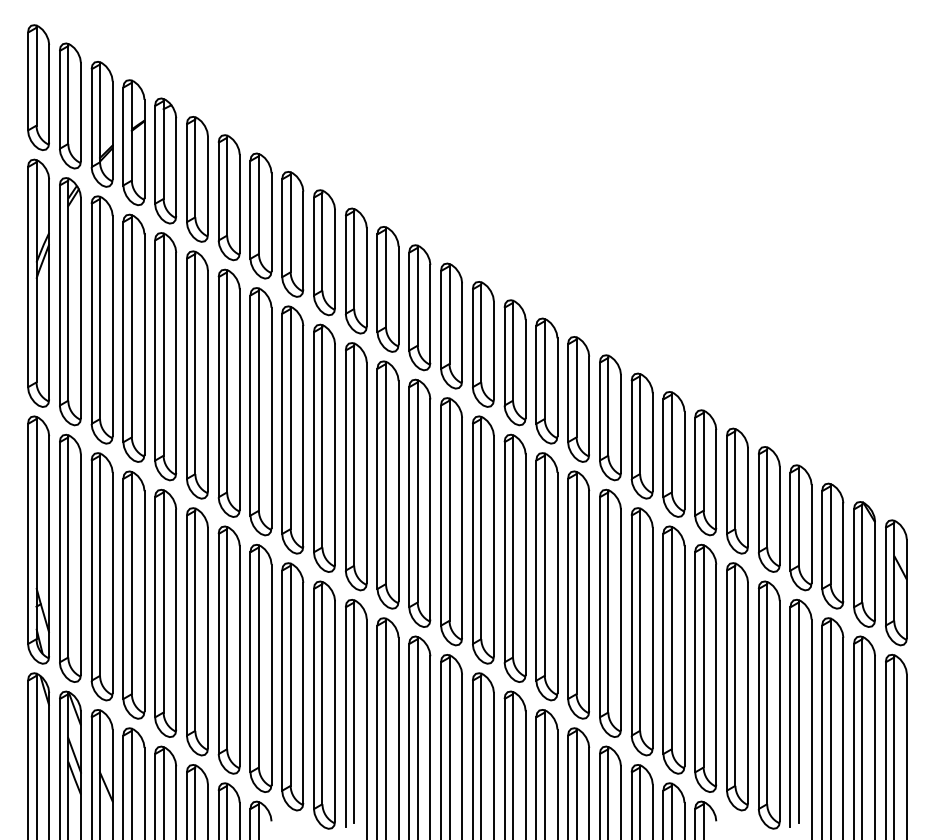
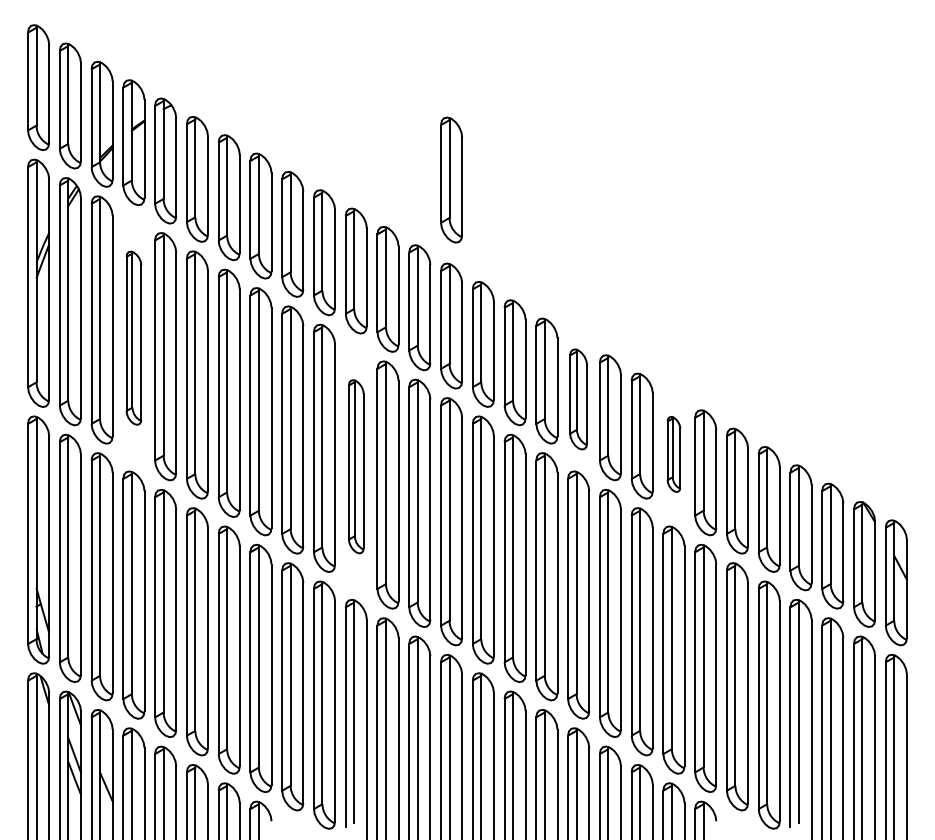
part at (451, 179): none -> present
part at (133, 337) size: 24x250 px -> 18x176 px
part at (578, 399) size: 23x127 px -> 19x103 px
part at (673, 454) size: 24x127 px -> 16x77 px
part at (356, 466) size: 23x250 px -> 17x176 px
